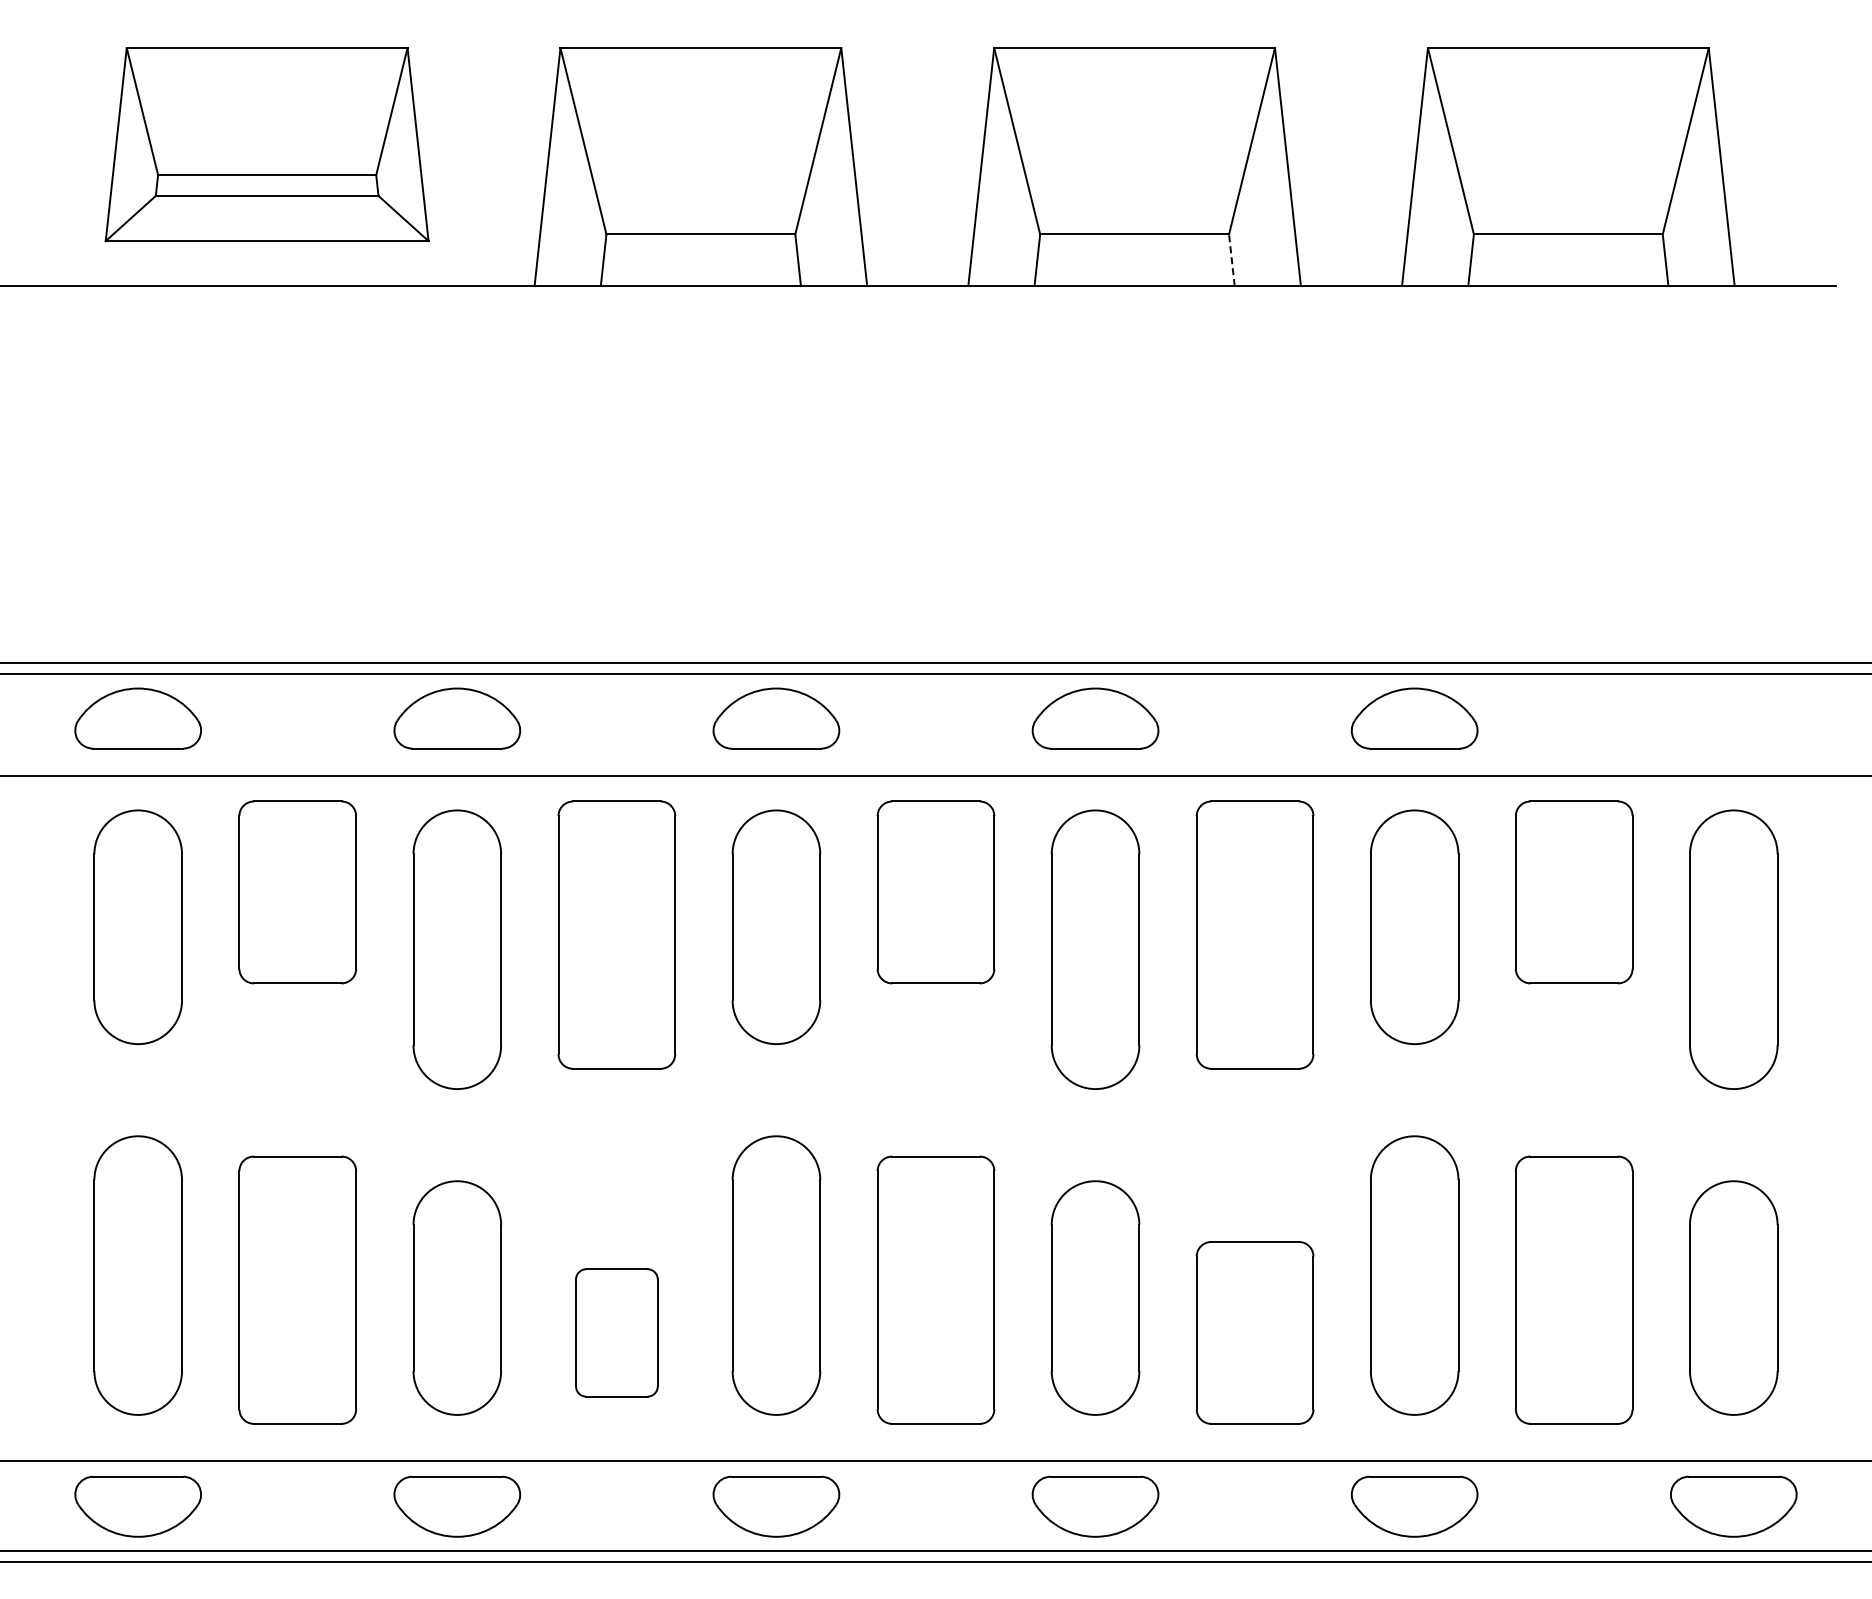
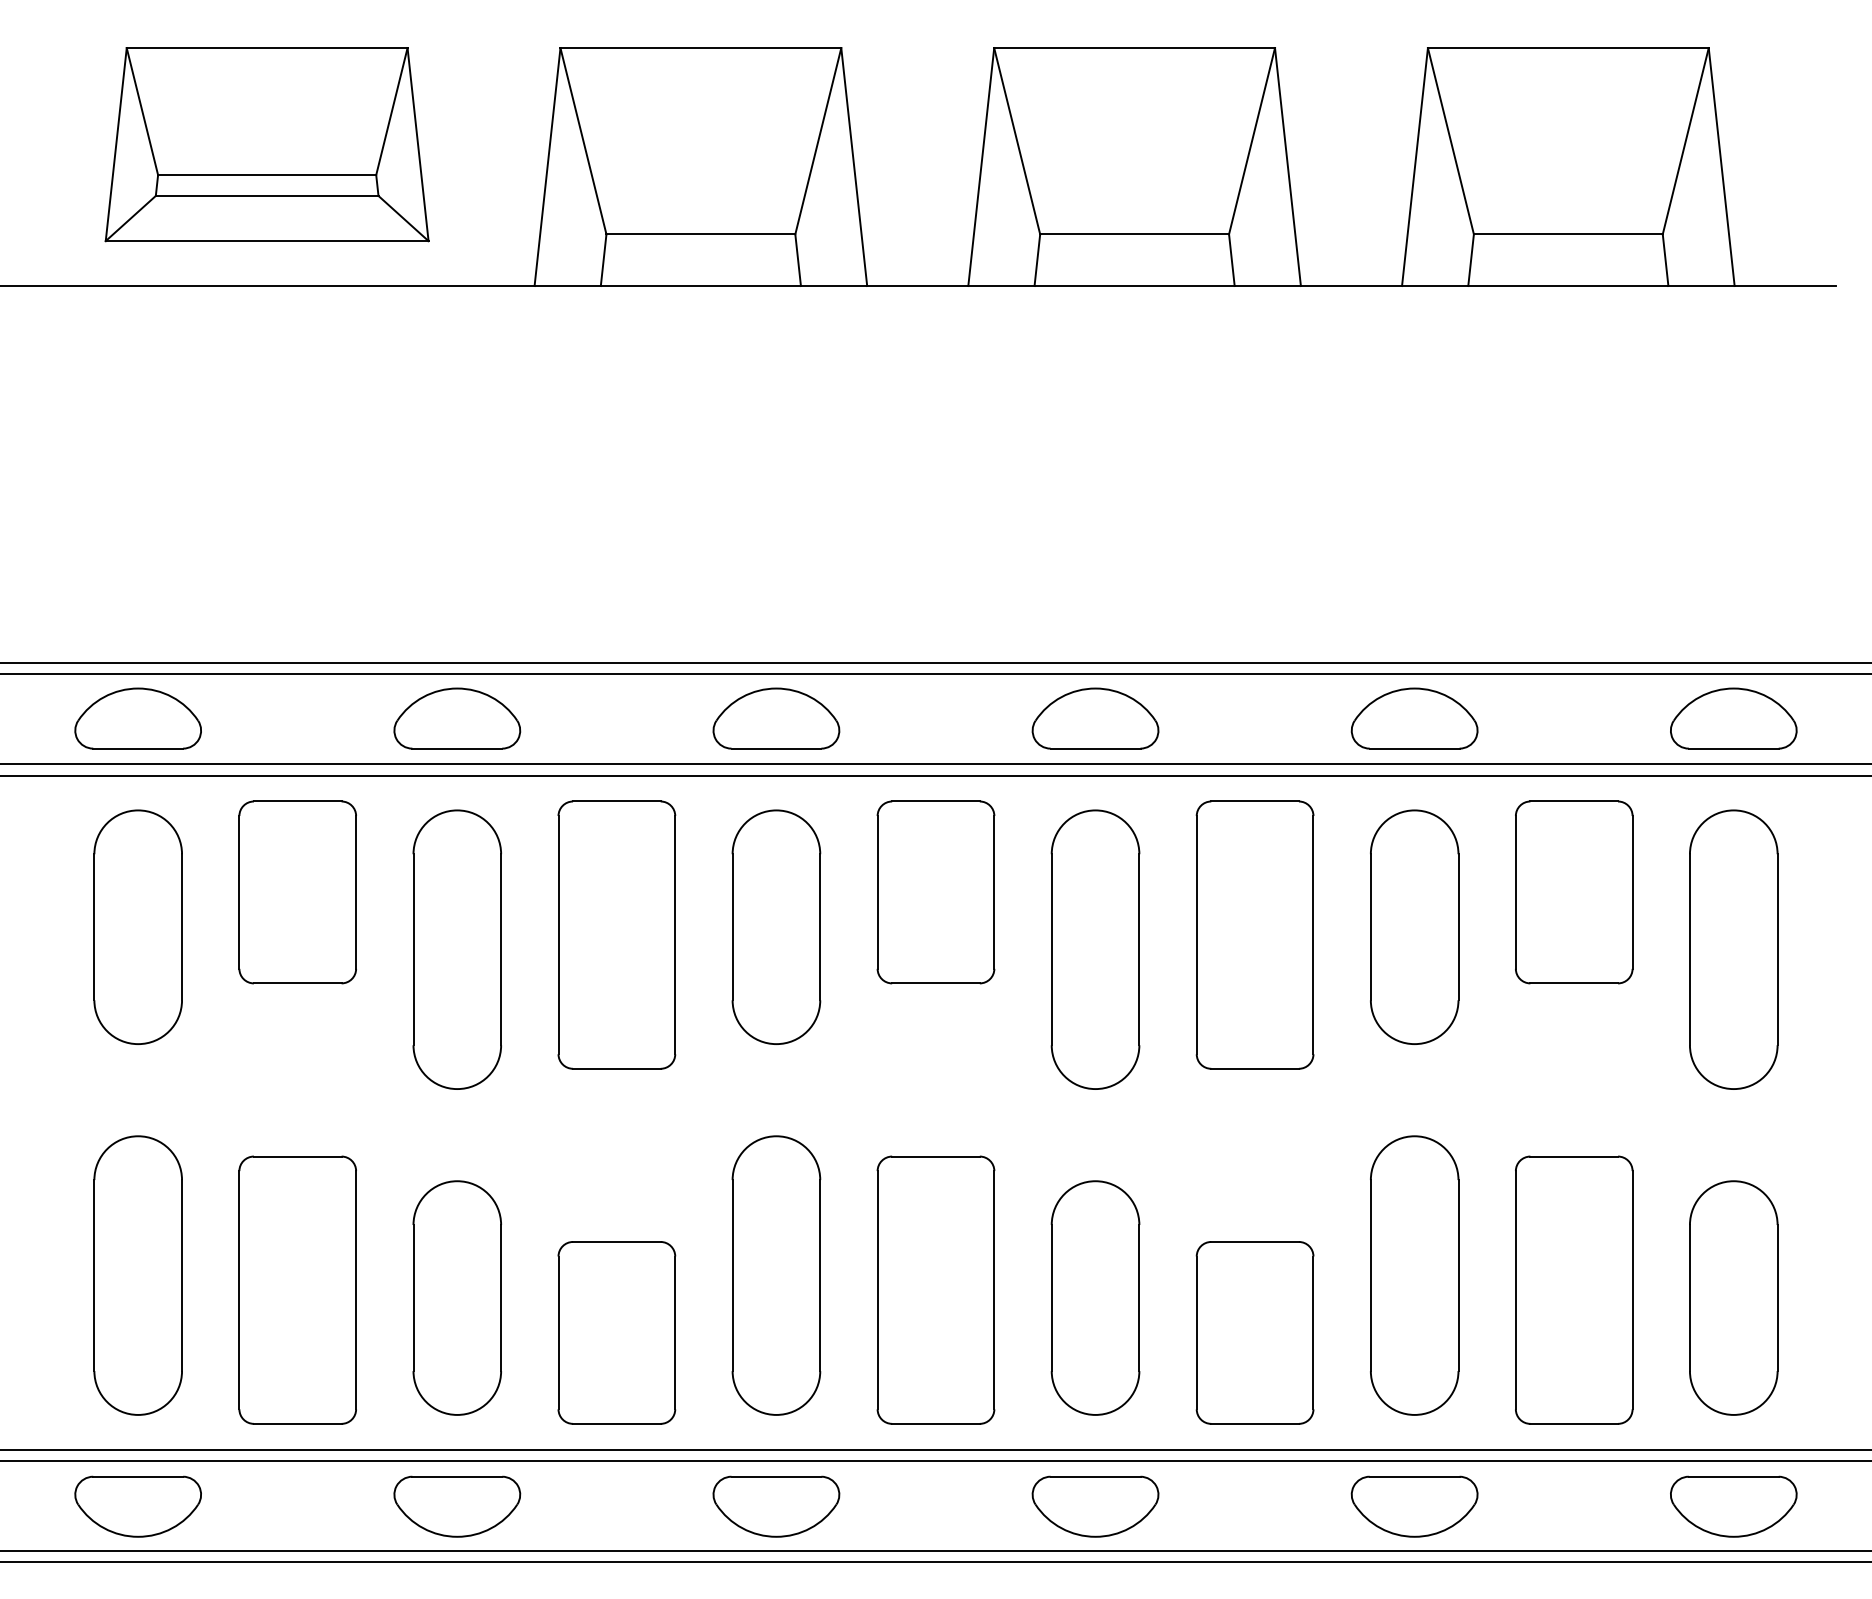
line at (1231, 260): dashed -> solid
part at (1733, 718): none -> present
line at (935, 764): none -> present
part at (616, 1332) size: 84x130 px -> 120x184 px
line at (935, 1449): none -> present
